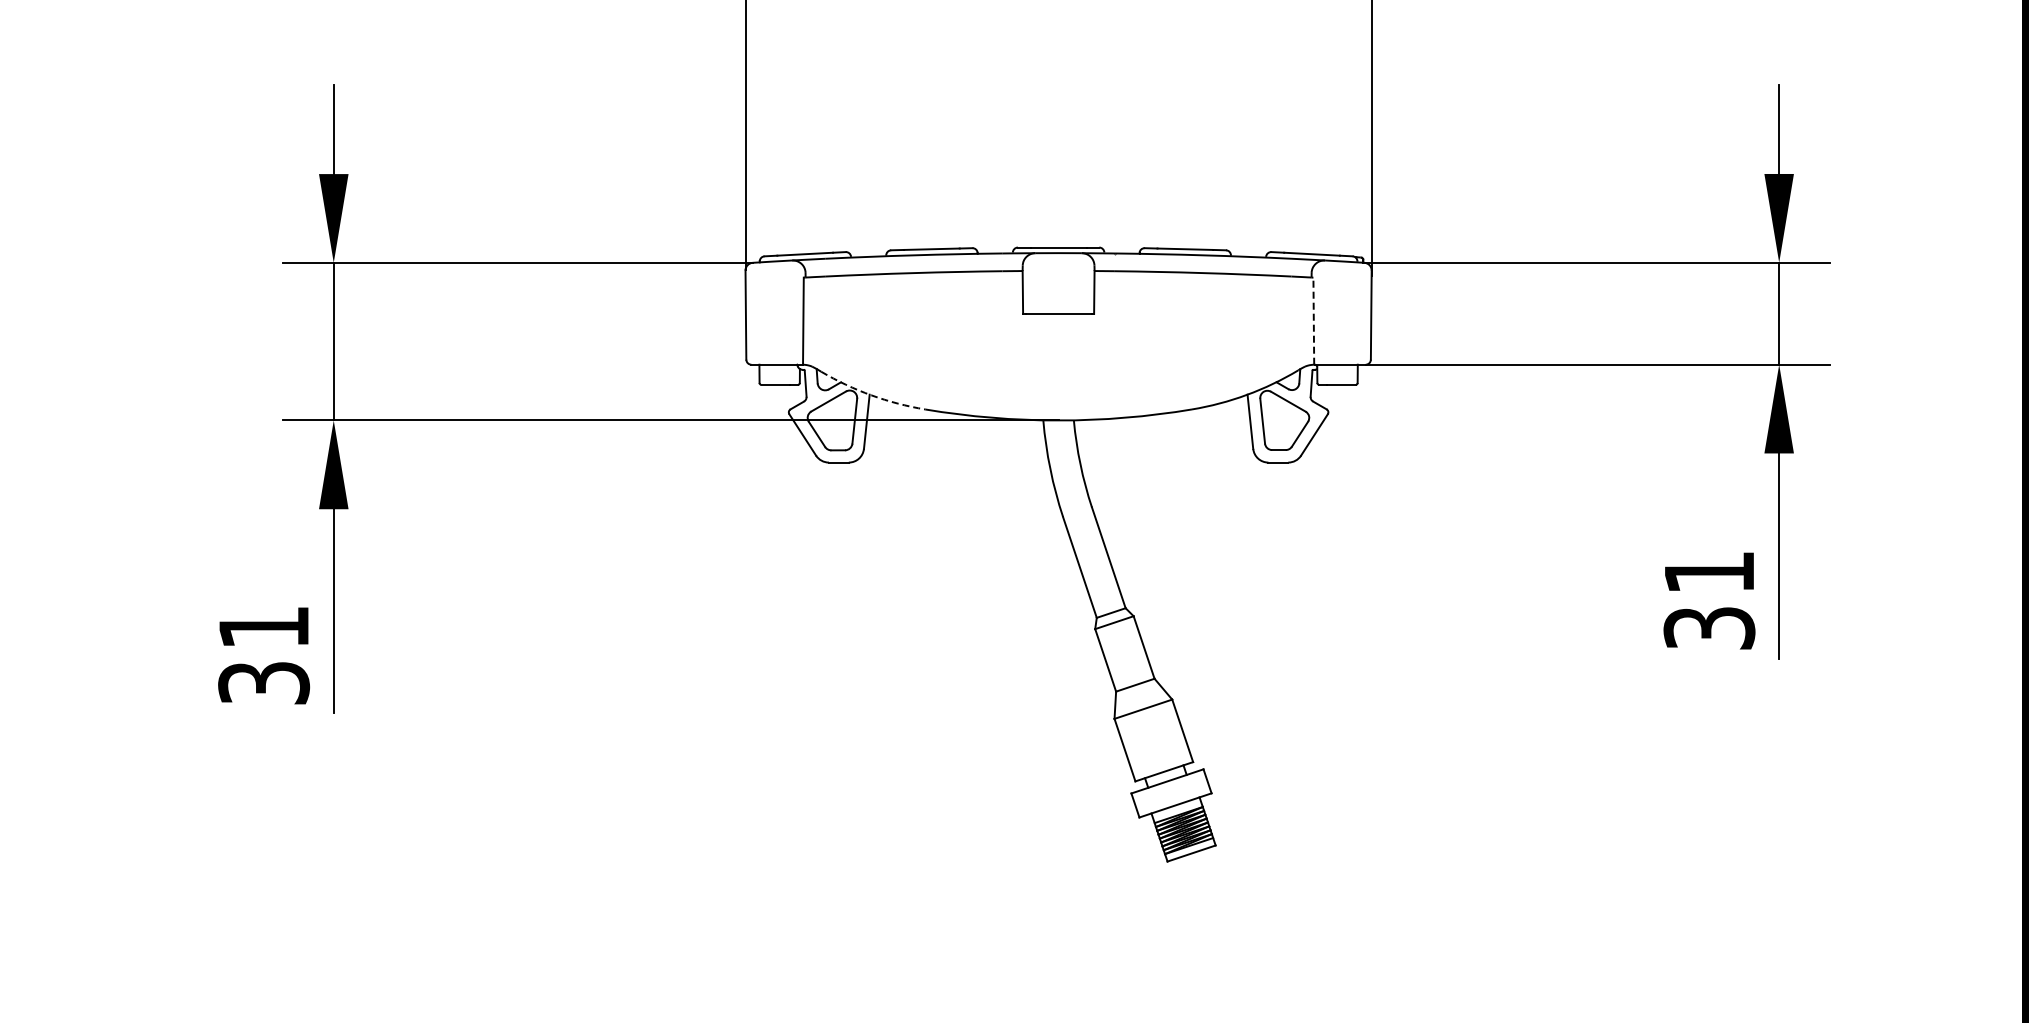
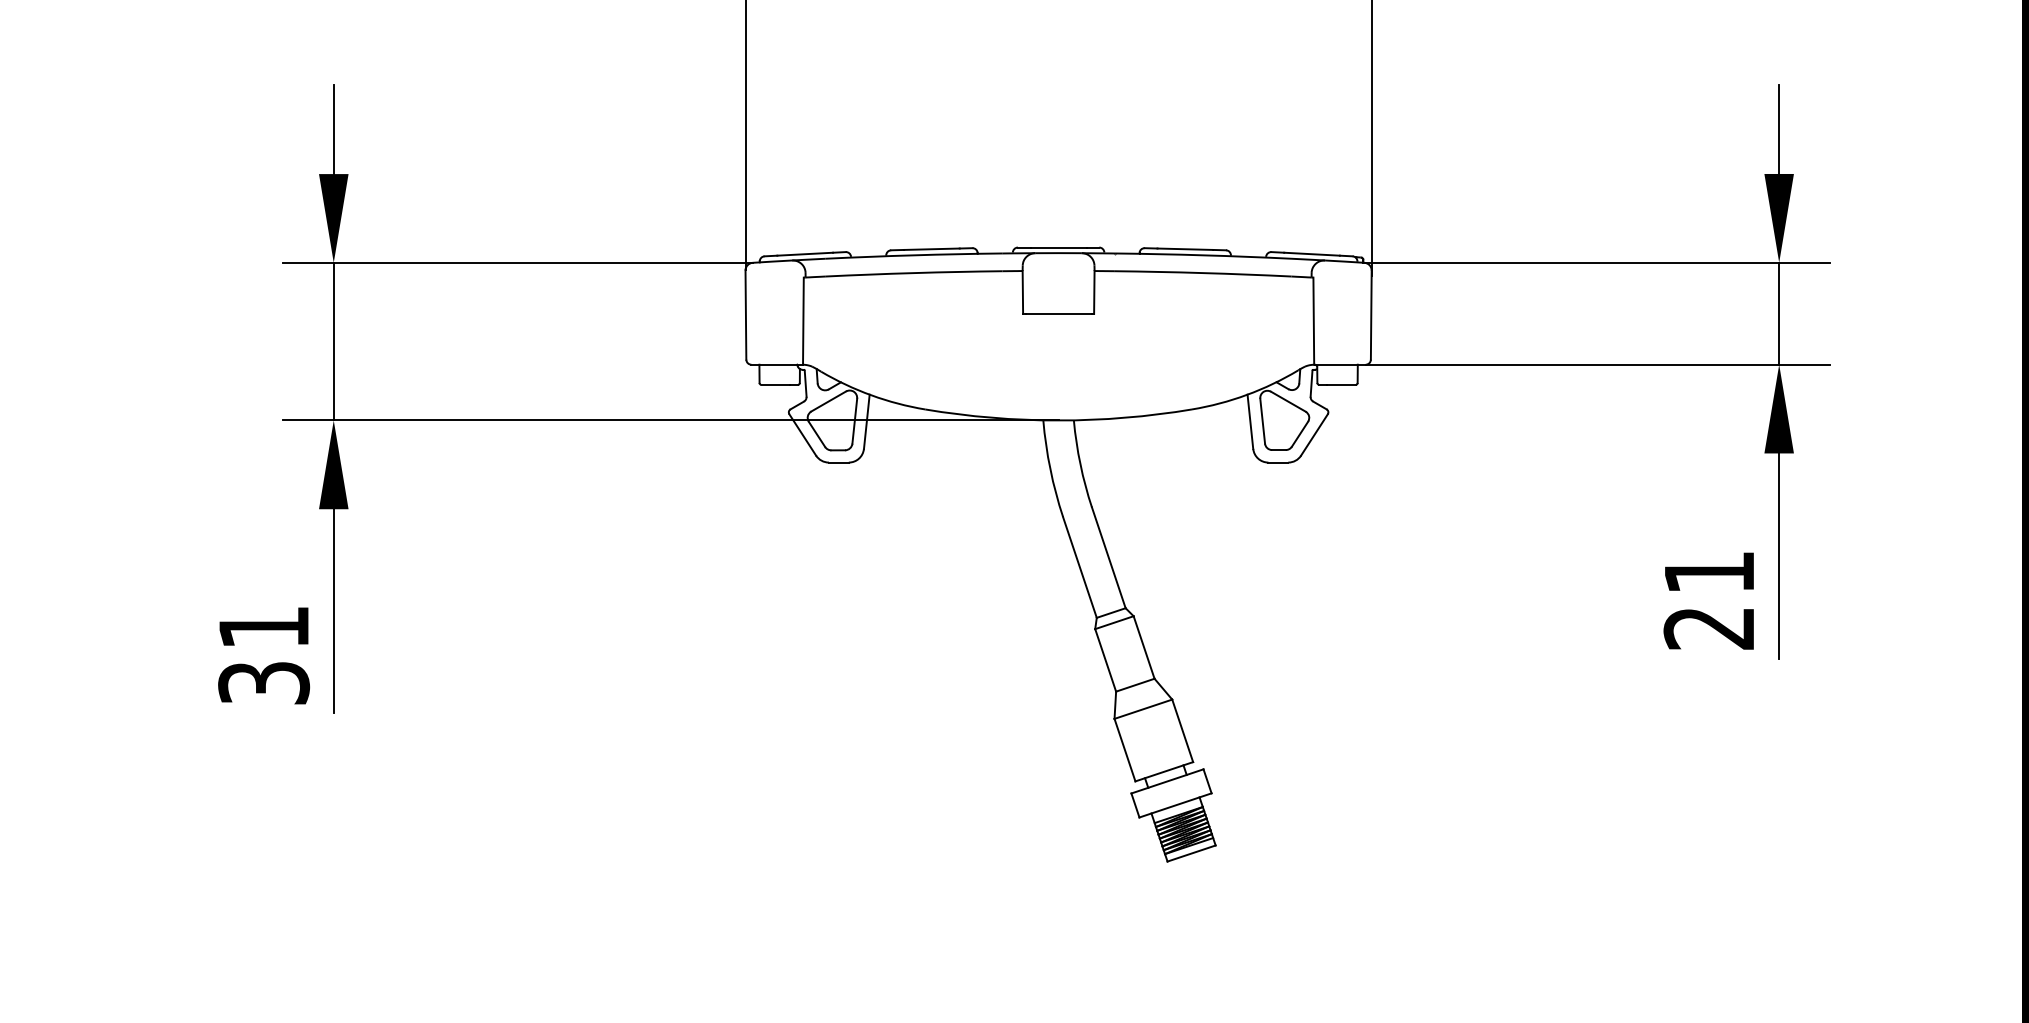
line at (1313, 321): dashed -> solid
arc at (871, 395): dashed -> solid
text at (1709, 628): 31 -> 21
